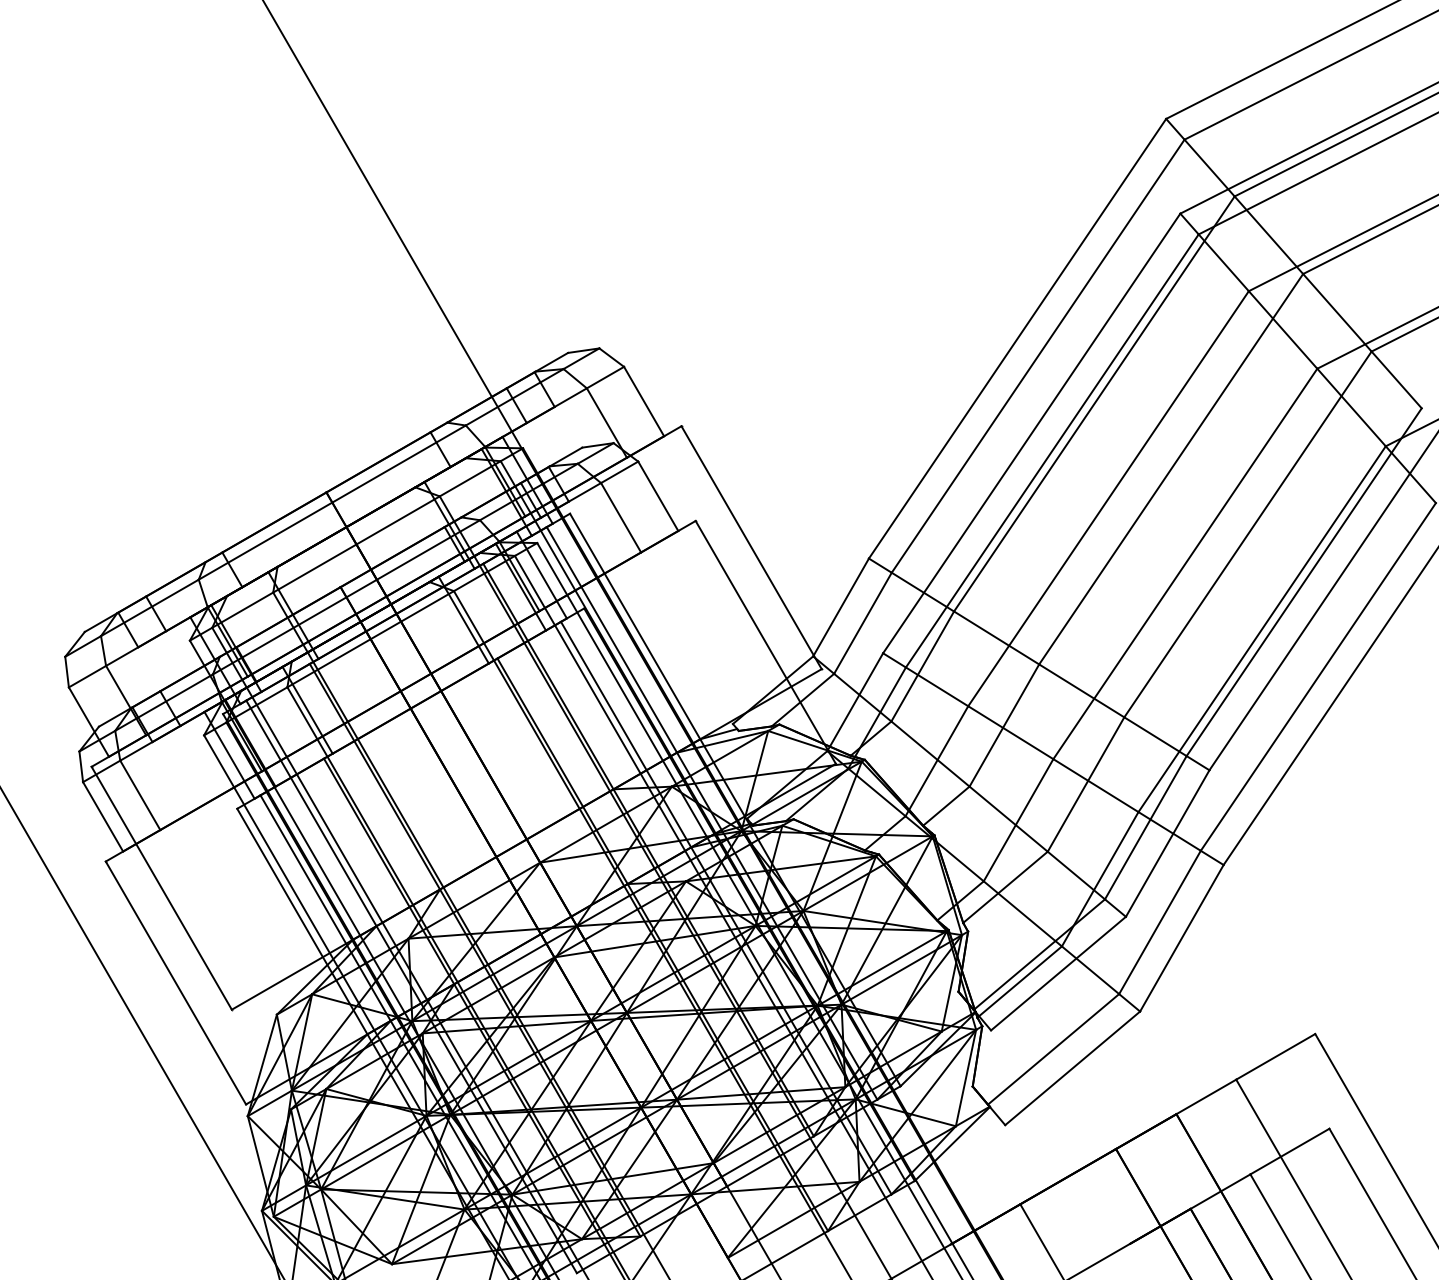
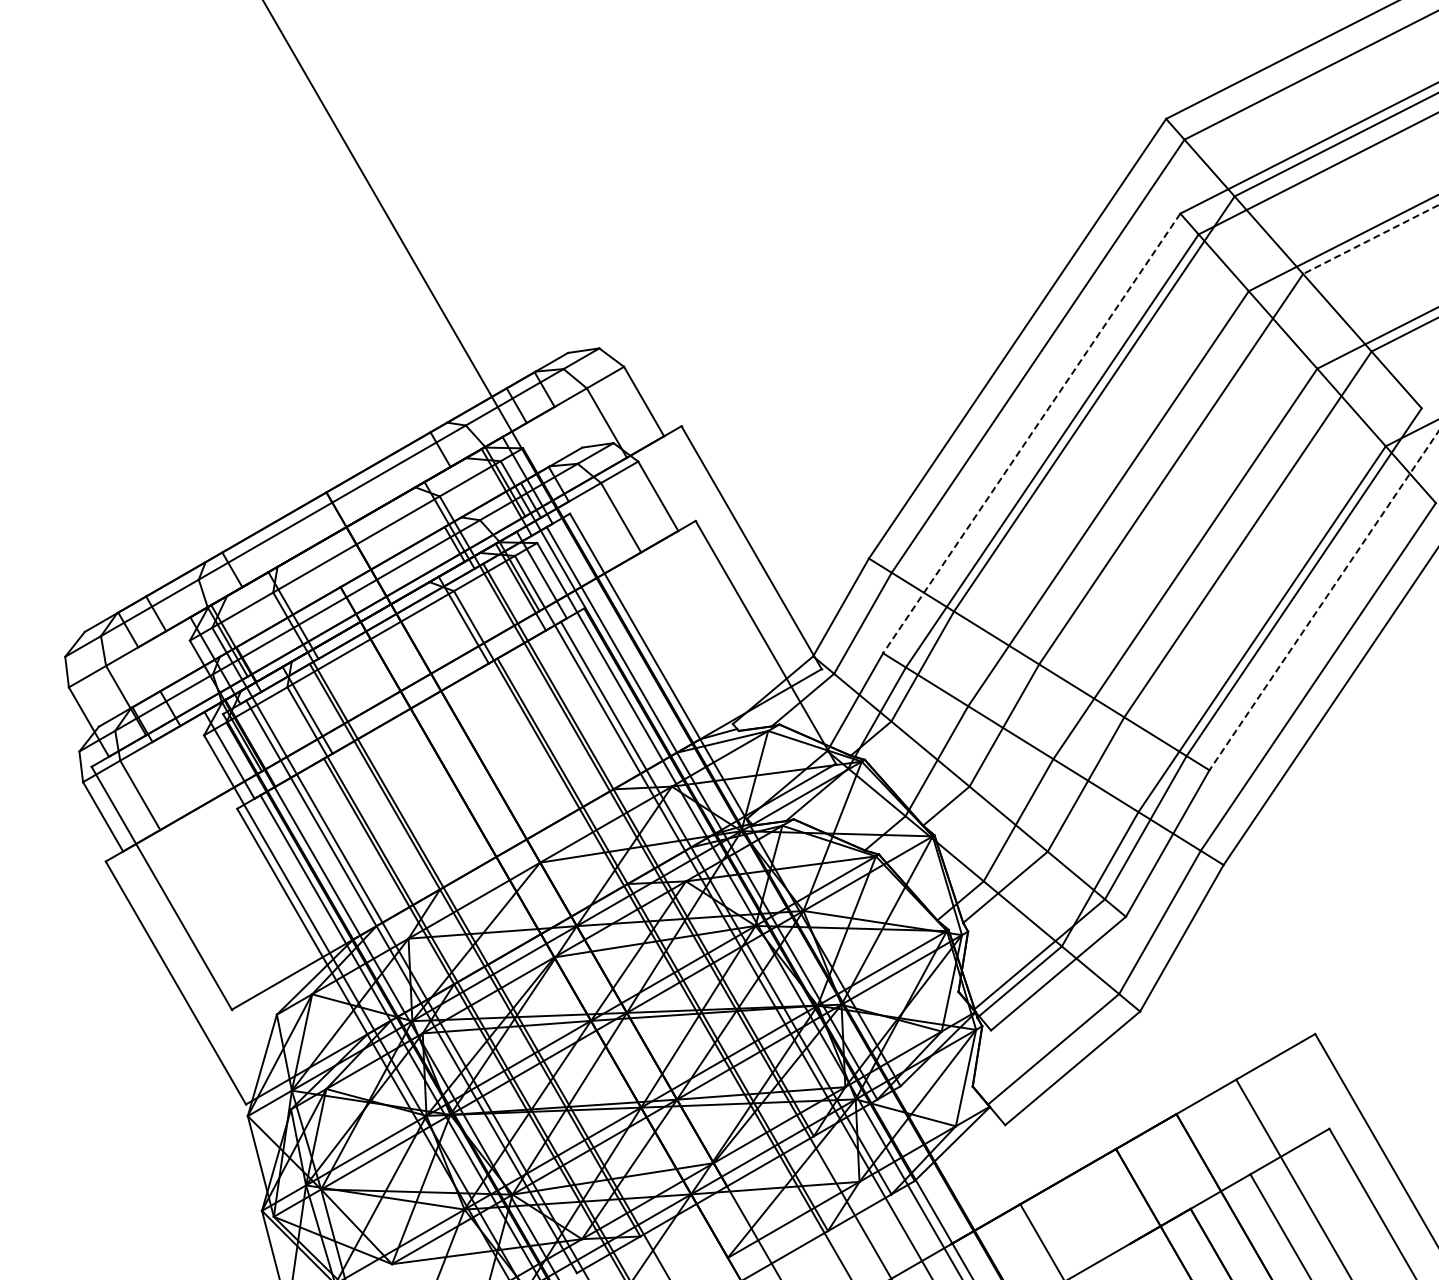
line at (1370, 239): solid -> dashed
line at (1031, 433): solid -> dashed
line at (1324, 600): solid -> dashed
line at (142, 1033): present -> none
